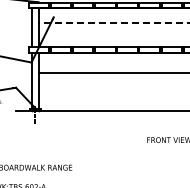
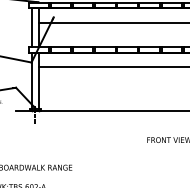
line at (113, 22): dashed -> solid
line at (112, 73) position: (112, 73) -> (112, 67)
